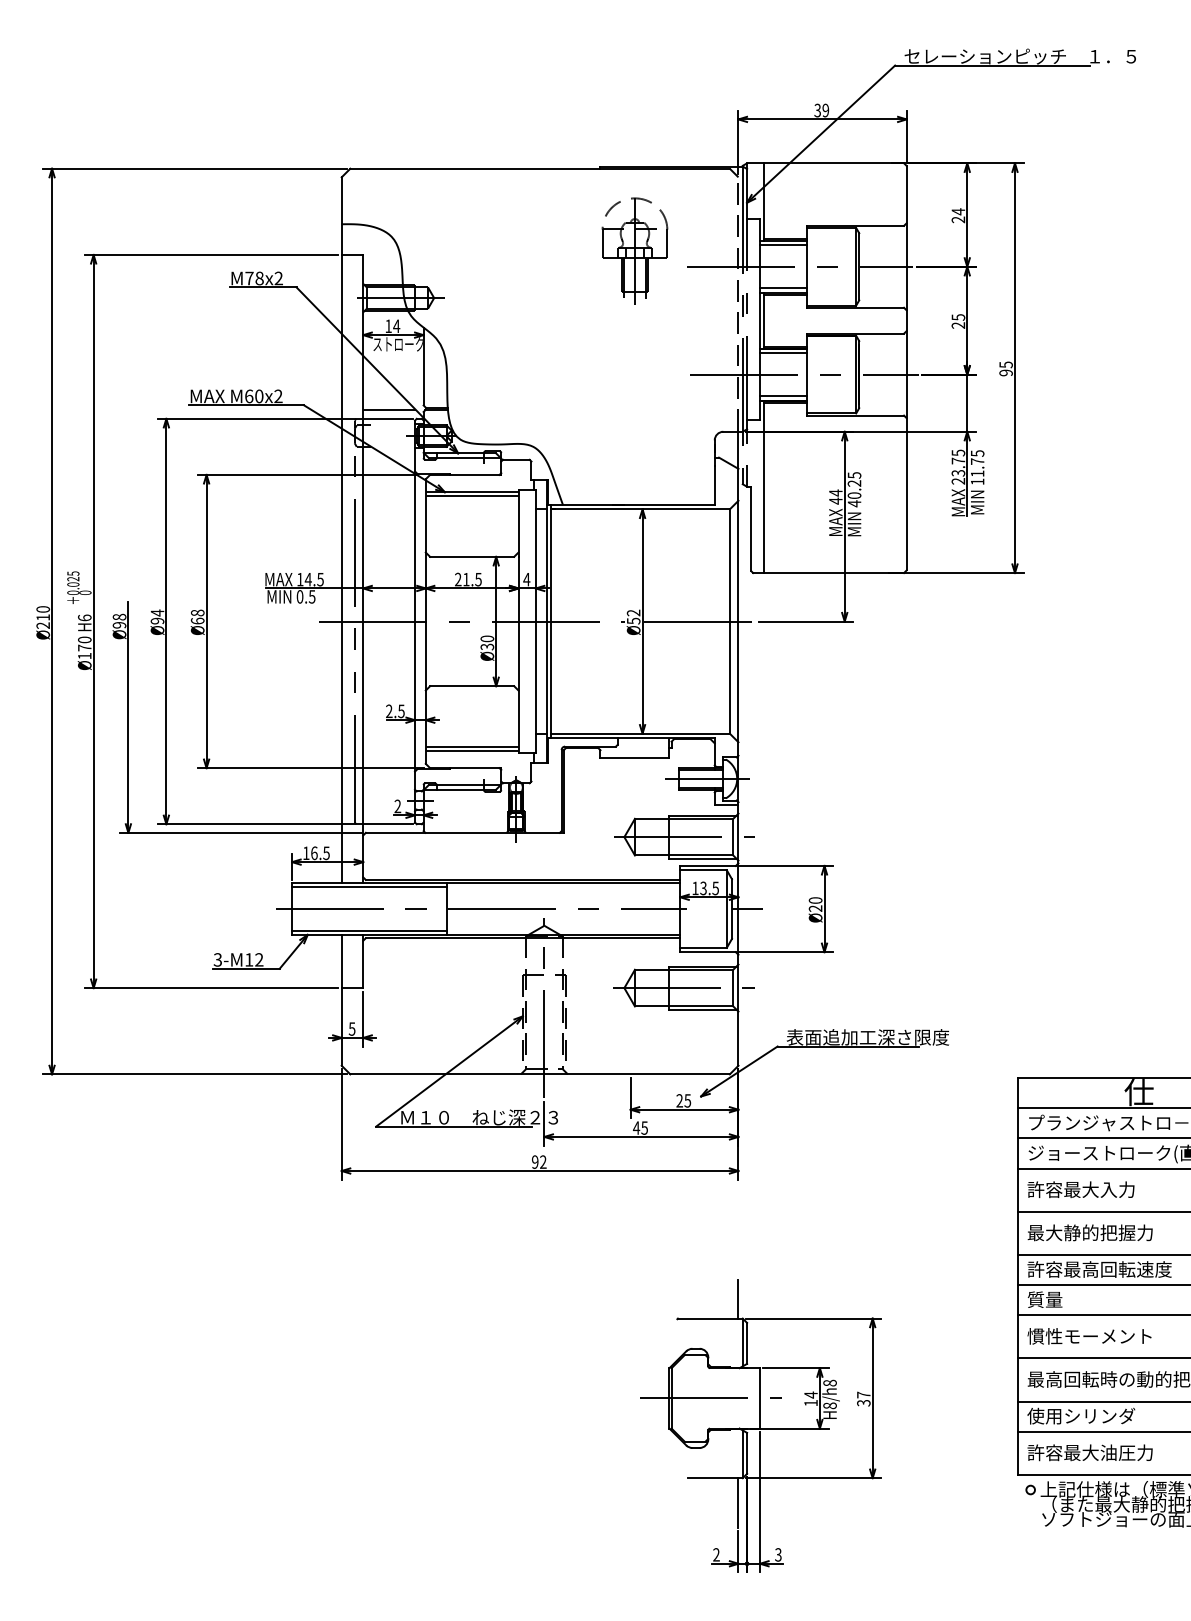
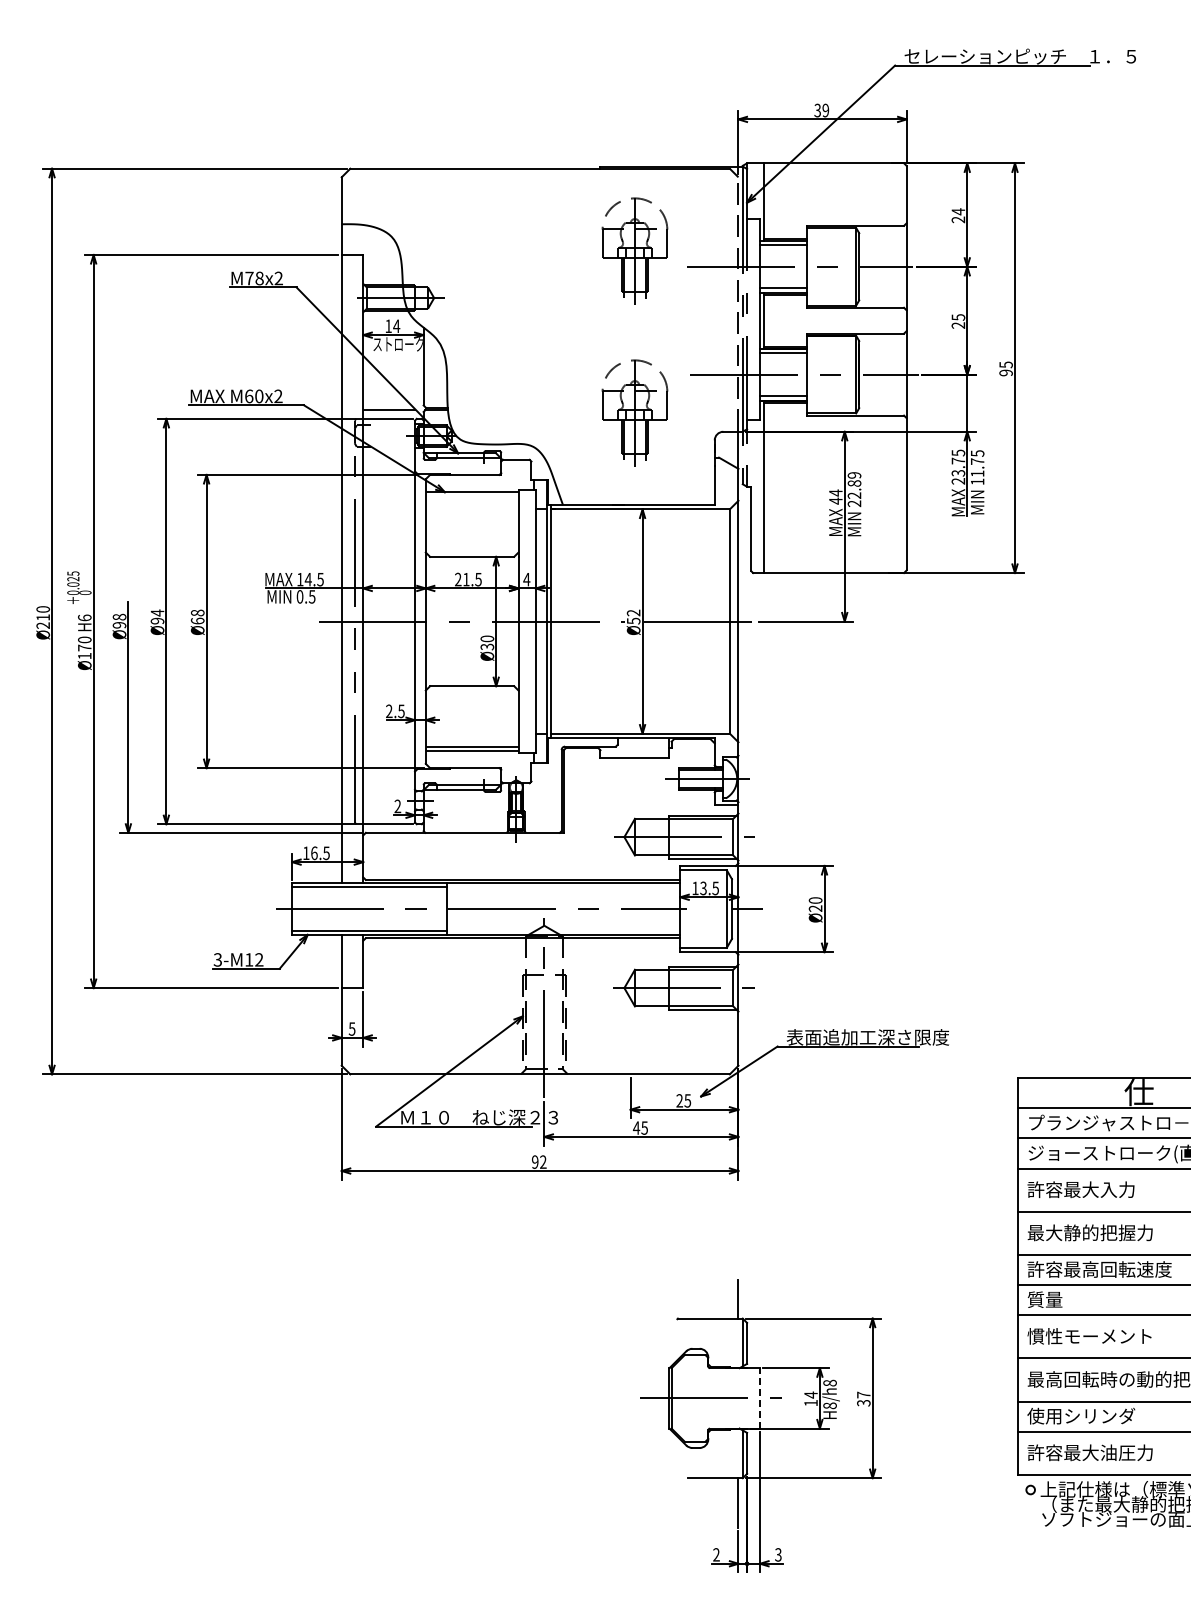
part at (634, 412): none -> present
text at (854, 489): 40.25 -> 22.89
line at (471, 496): present -> none
line at (760, 1397): solid -> dashed
